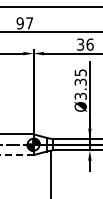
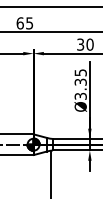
text at (24, 23): 97 -> 65
text at (89, 44): 36 -> 30
line at (16, 155): dashed -> solid
